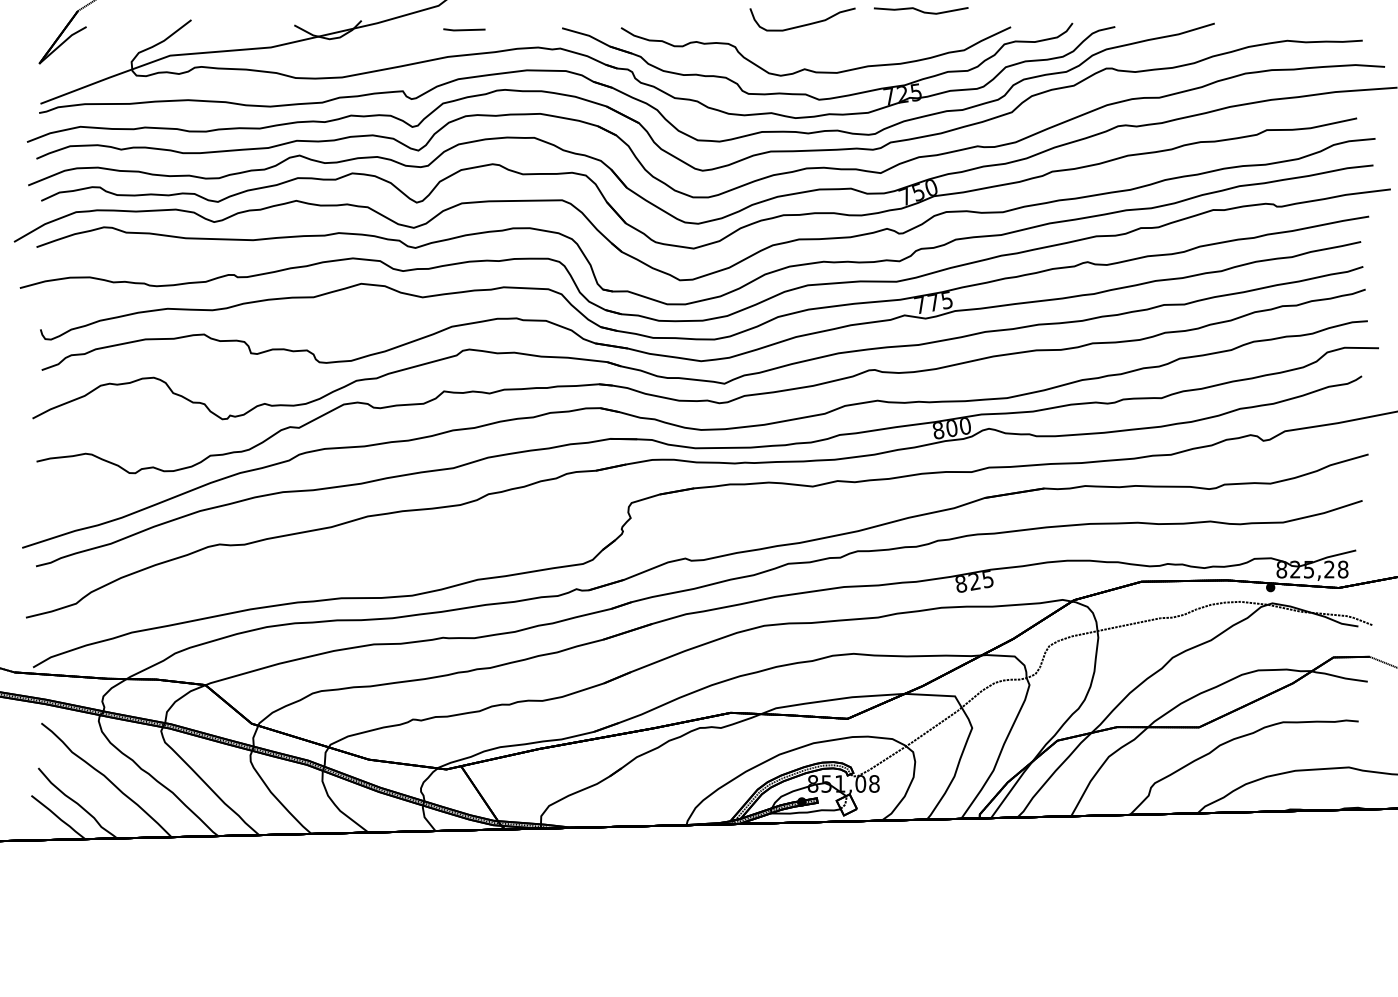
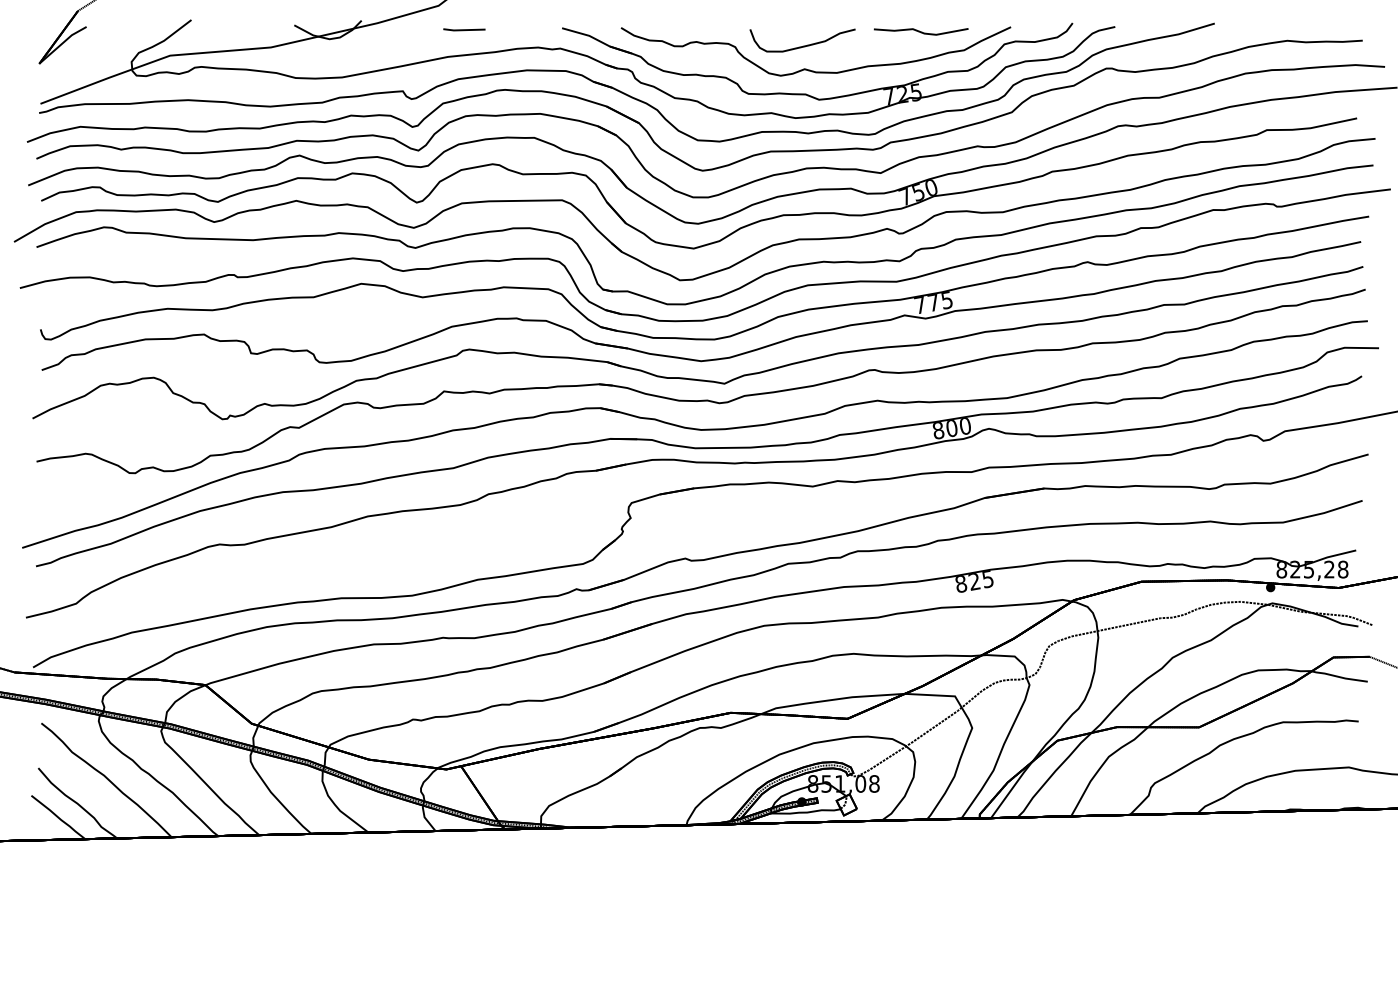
part at (855, 9) position: (855, 9) -> (855, 30)
